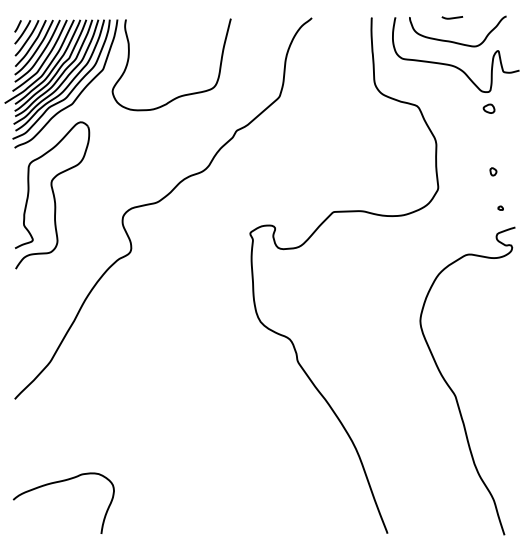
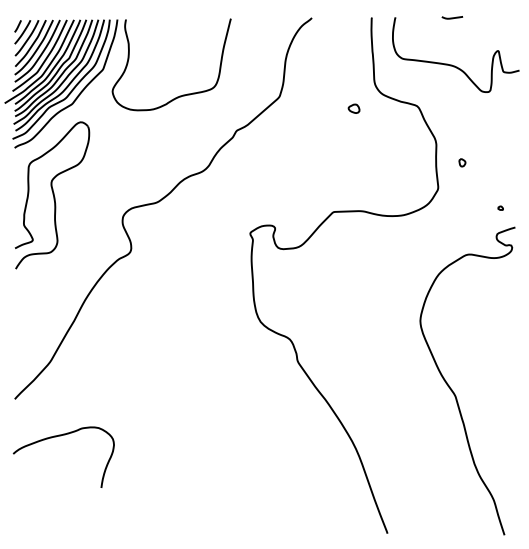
curve at (455, 41): present -> none
part at (488, 108) position: (488, 108) -> (353, 108)
part at (493, 171) position: (493, 171) -> (462, 162)
curve at (61, 482) position: (61, 482) -> (61, 436)
